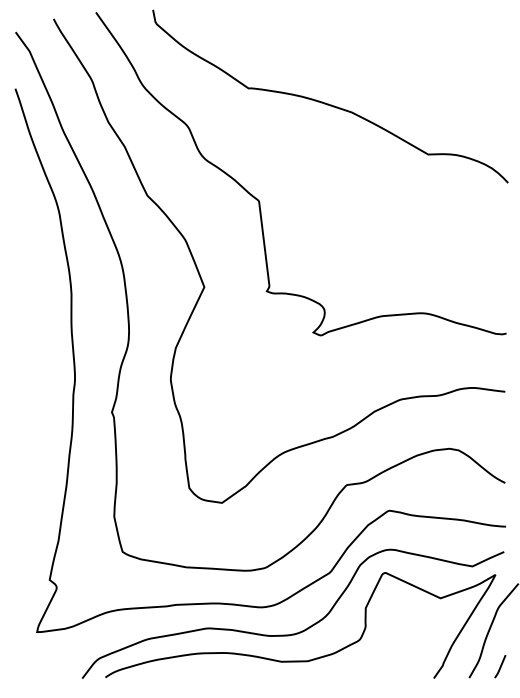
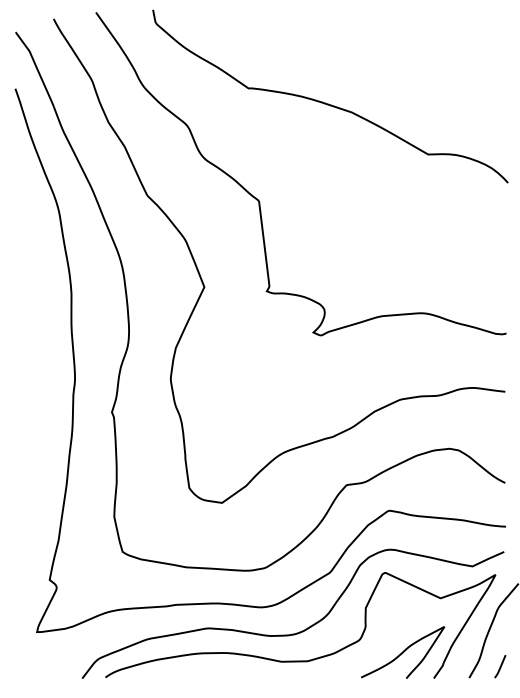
curve at (403, 652): none -> present
